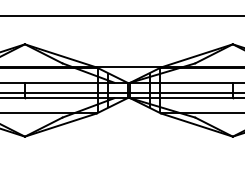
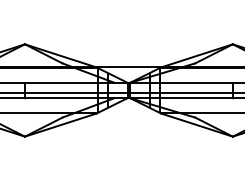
line at (121, 16): present -> none
